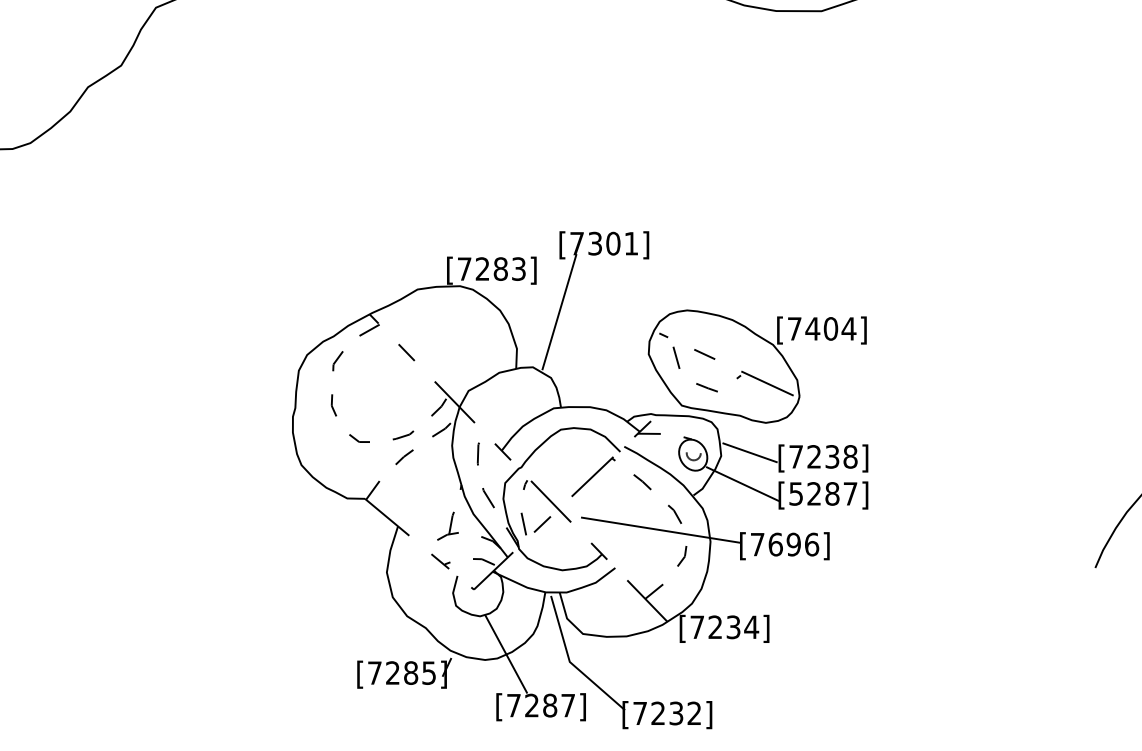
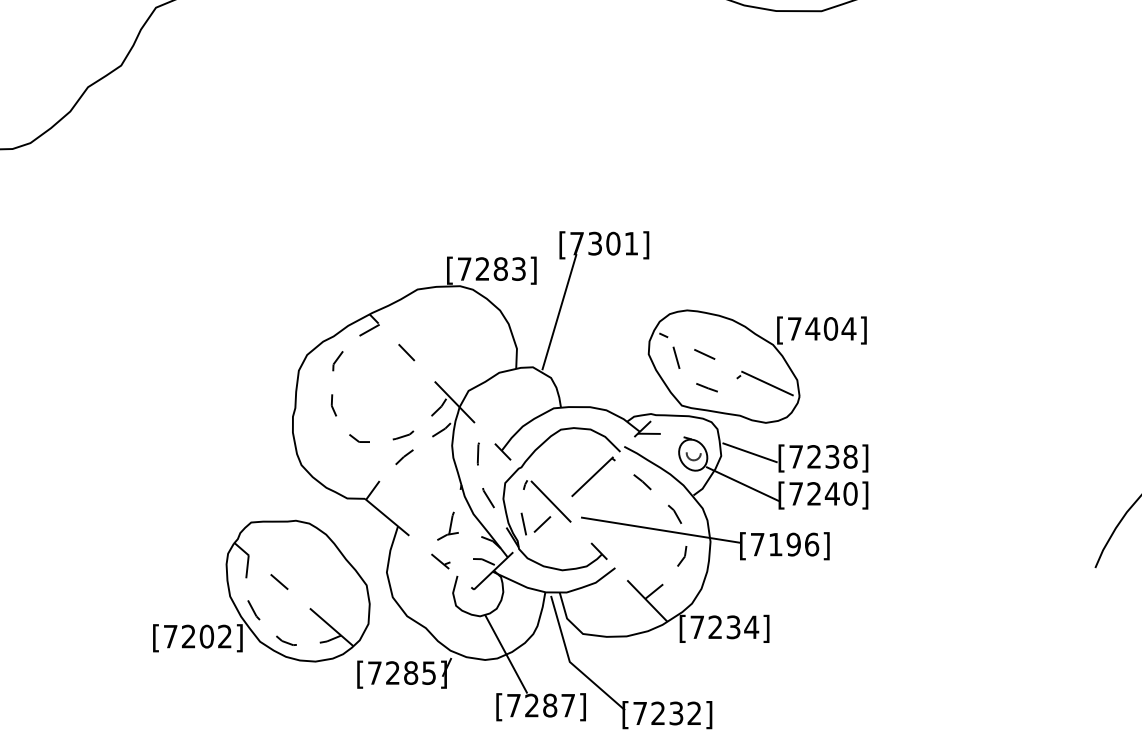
text at (823, 493): [5287] -> [7240]
text at (775, 544): [7696] -> [7196]
part at (261, 590): none -> present
